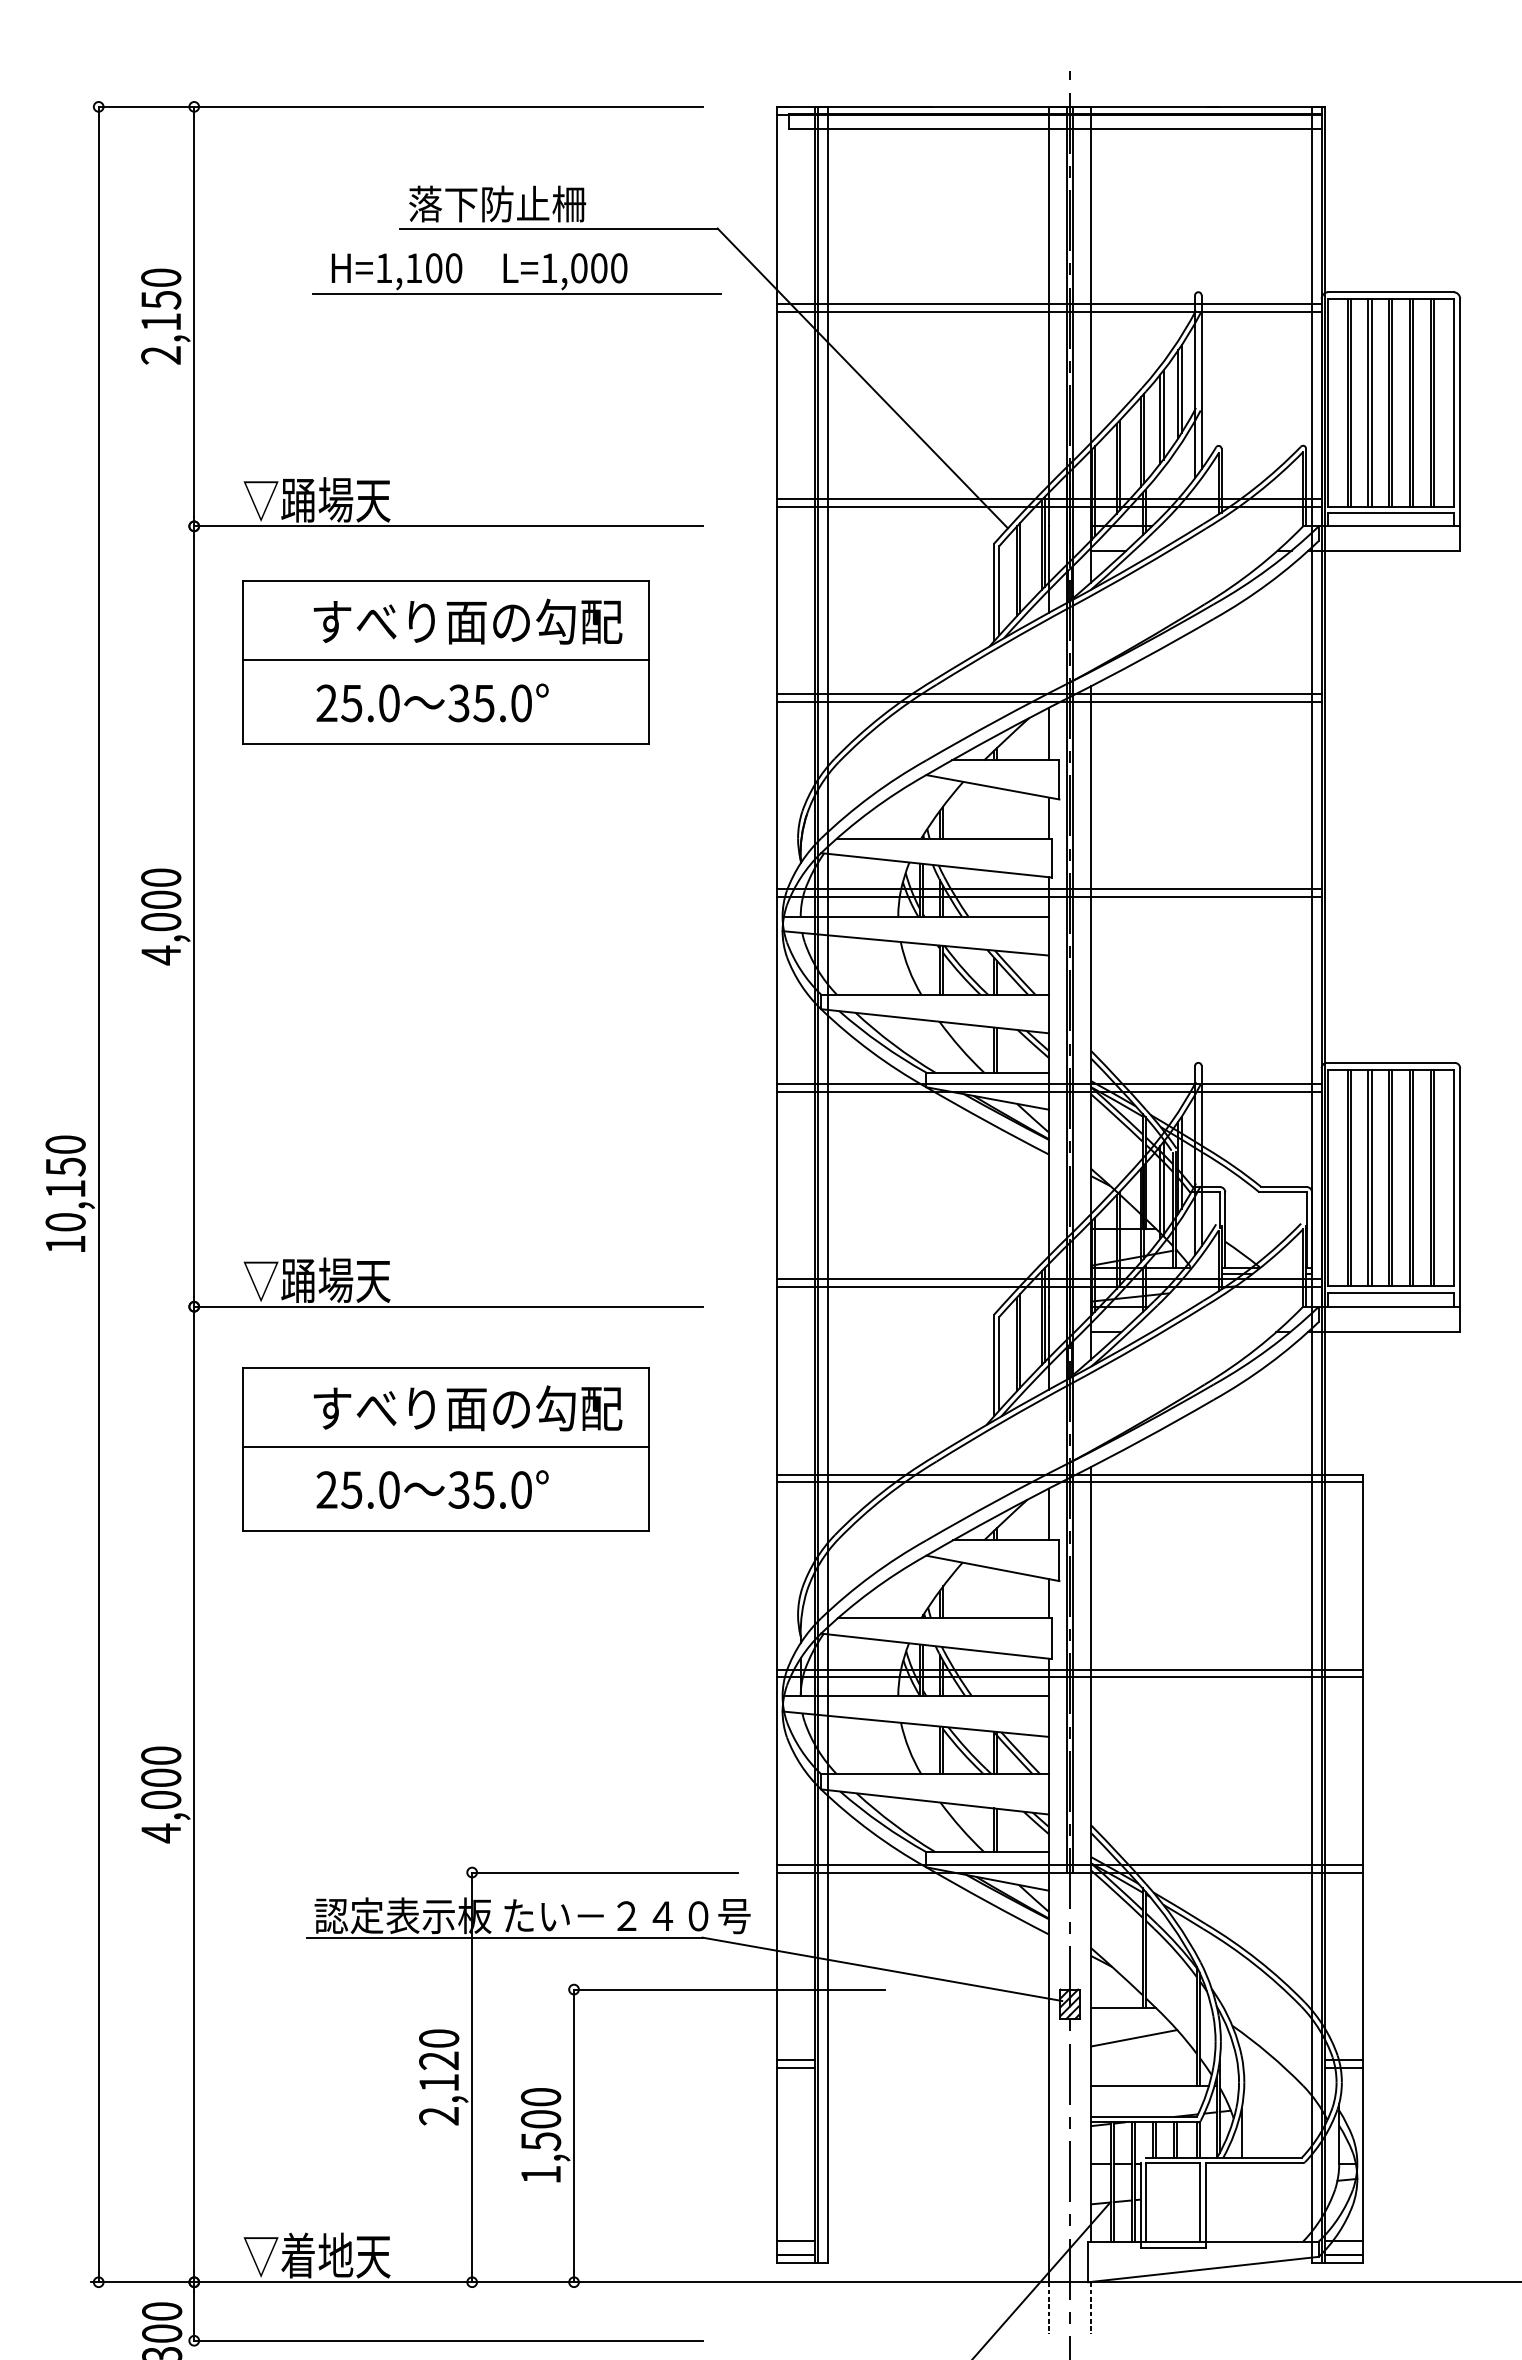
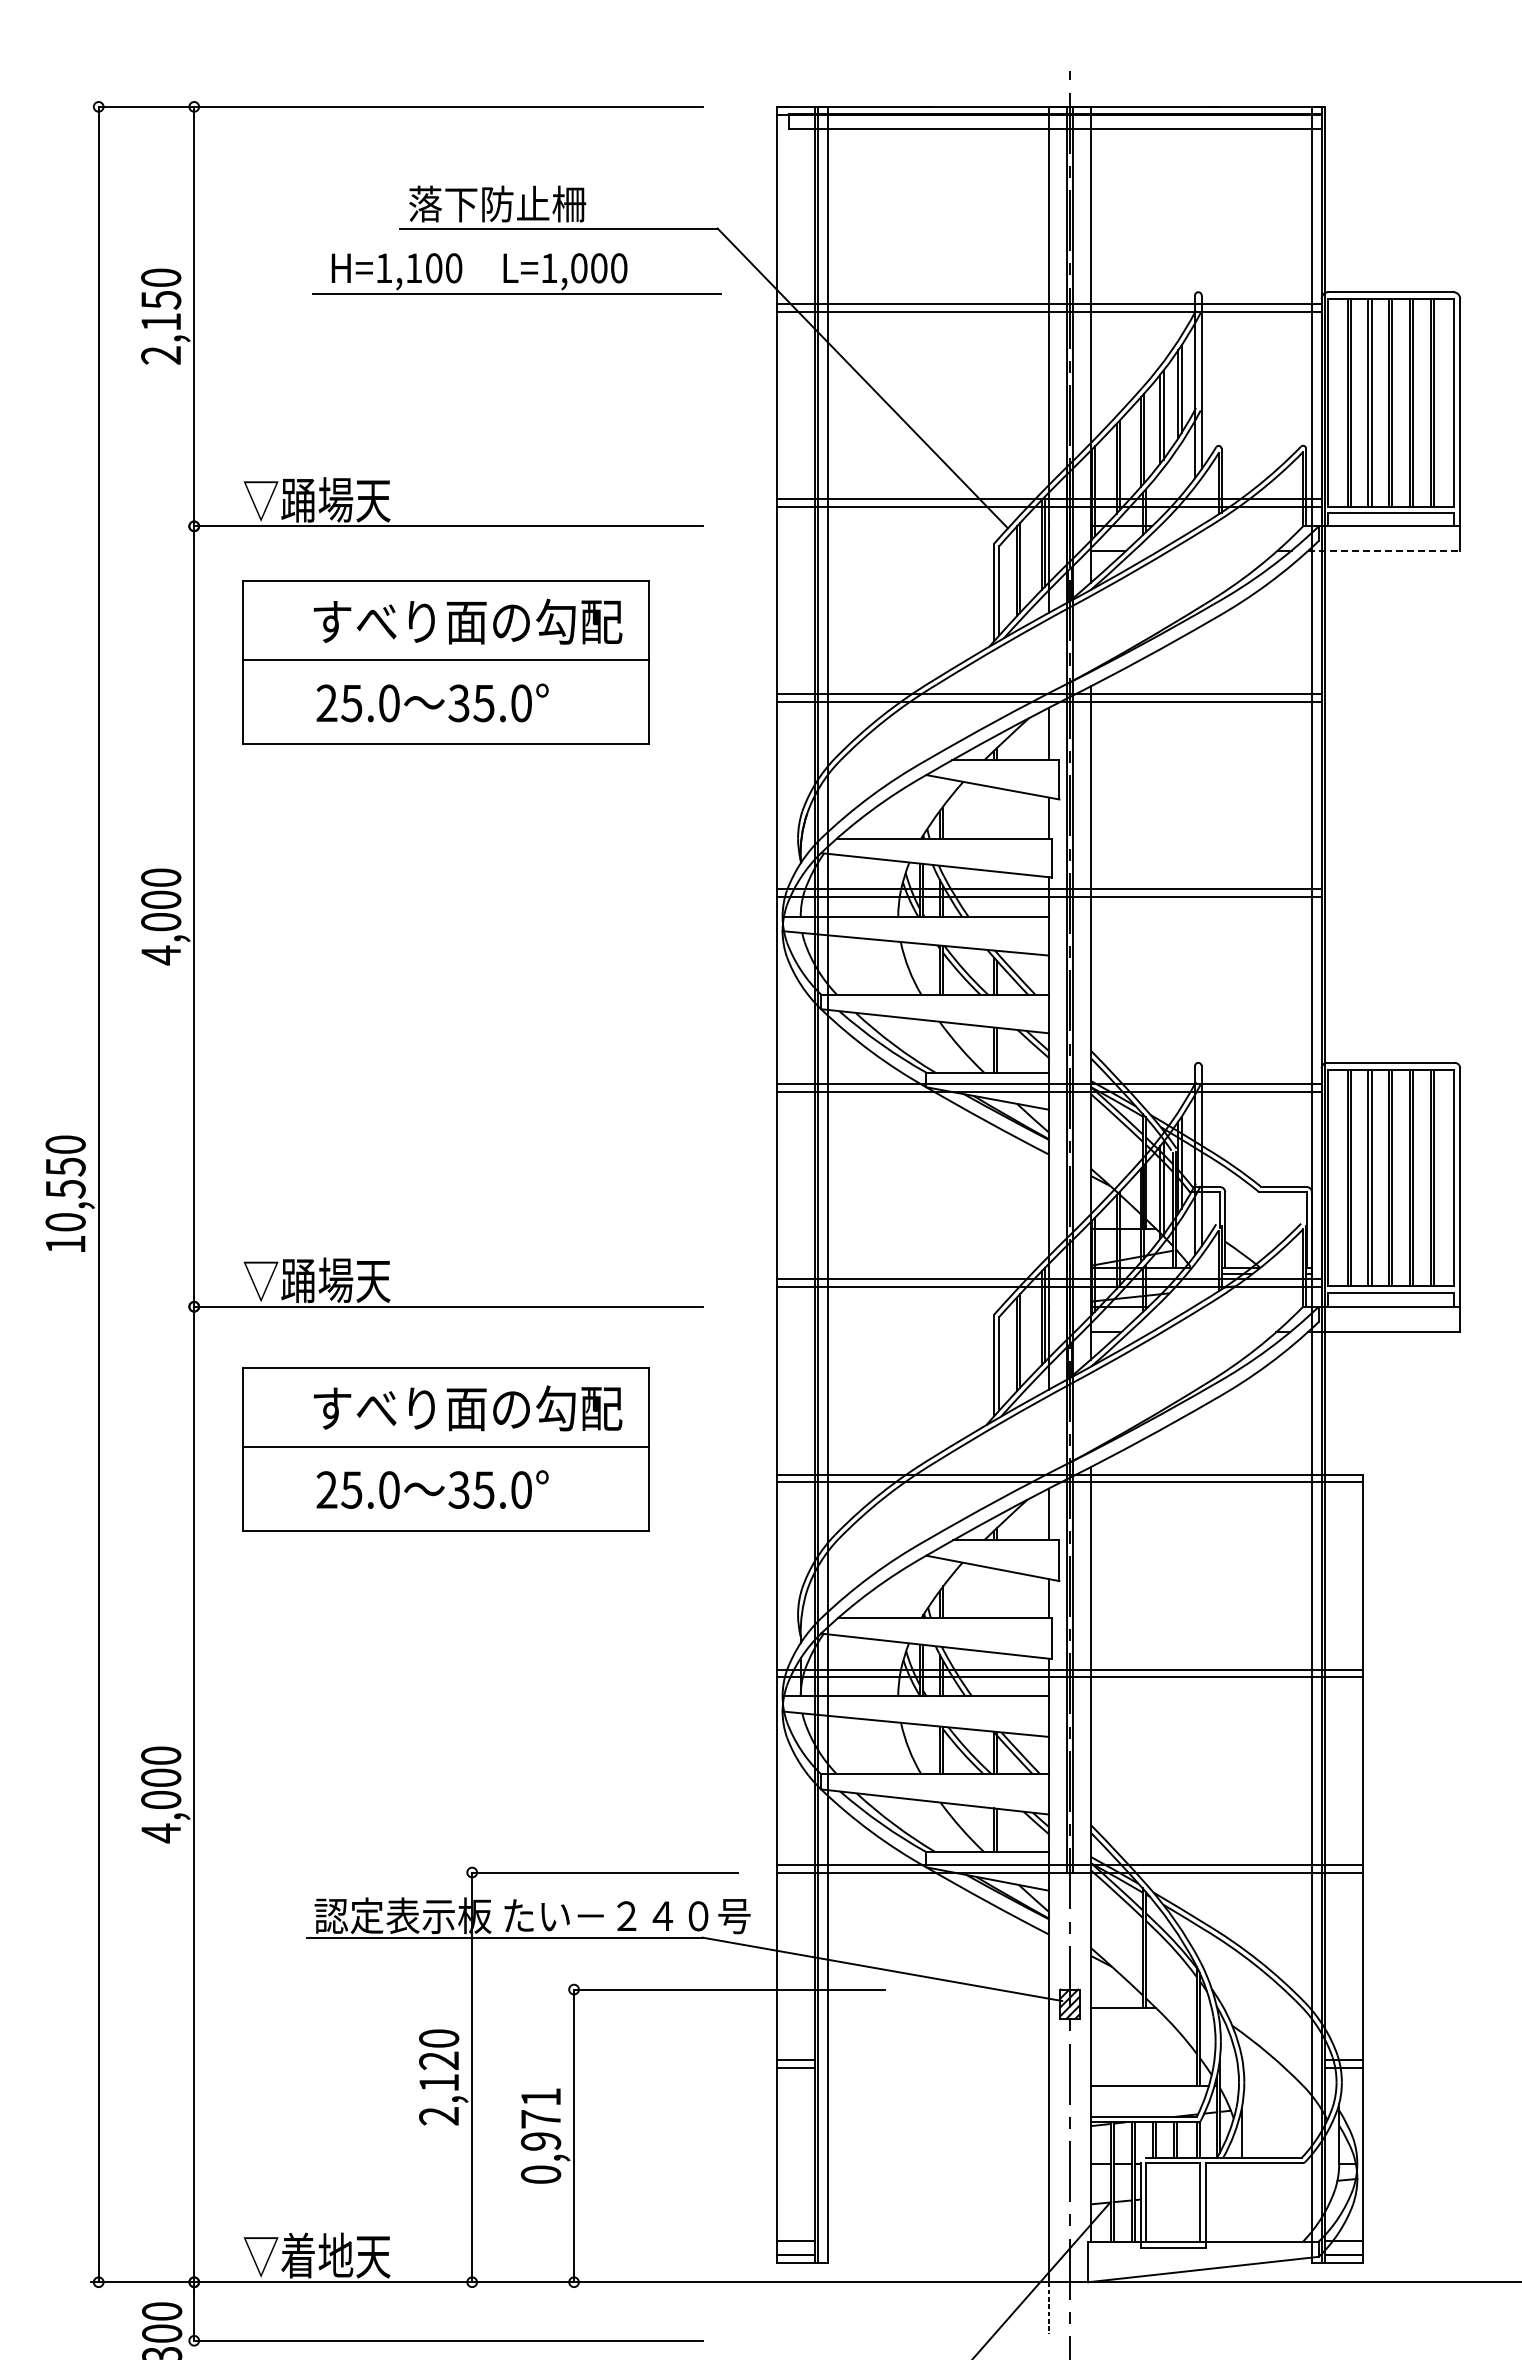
line at (1384, 550): solid -> dashed
text at (65, 1189): 10,150 -> 10,550
line at (1134, 2038): present -> none
text at (540, 2135): 1,500 -> 0,971
line at (1091, 2308): present -> none
